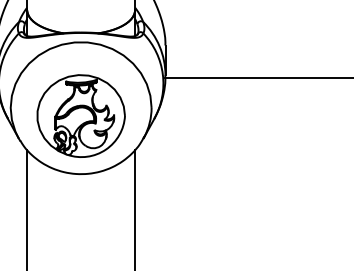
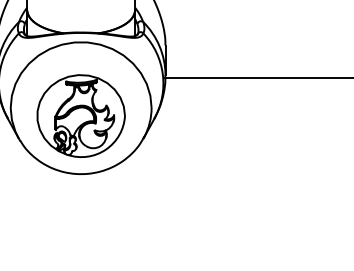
line at (27, 208): present -> none
line at (135, 208): present -> none
